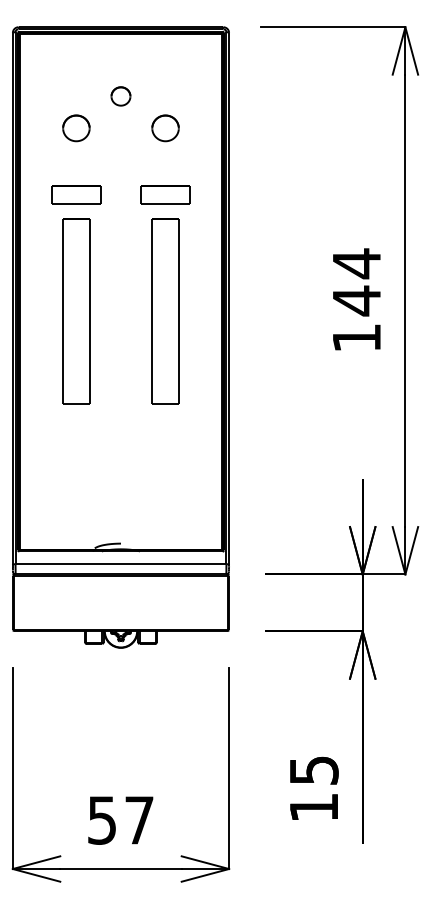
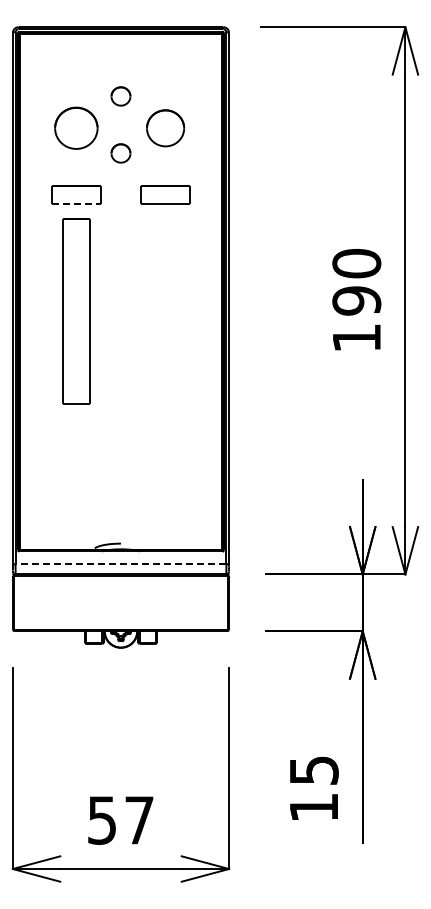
part at (76, 128) size: 29x29 px -> 45x44 px
part at (165, 128) size: 29x29 px -> 40x39 px
part at (120, 153): none -> present
line at (76, 203): solid -> dashed
text at (356, 282): 144 -> 190
part at (165, 311): present -> none
line at (120, 564): solid -> dashed
